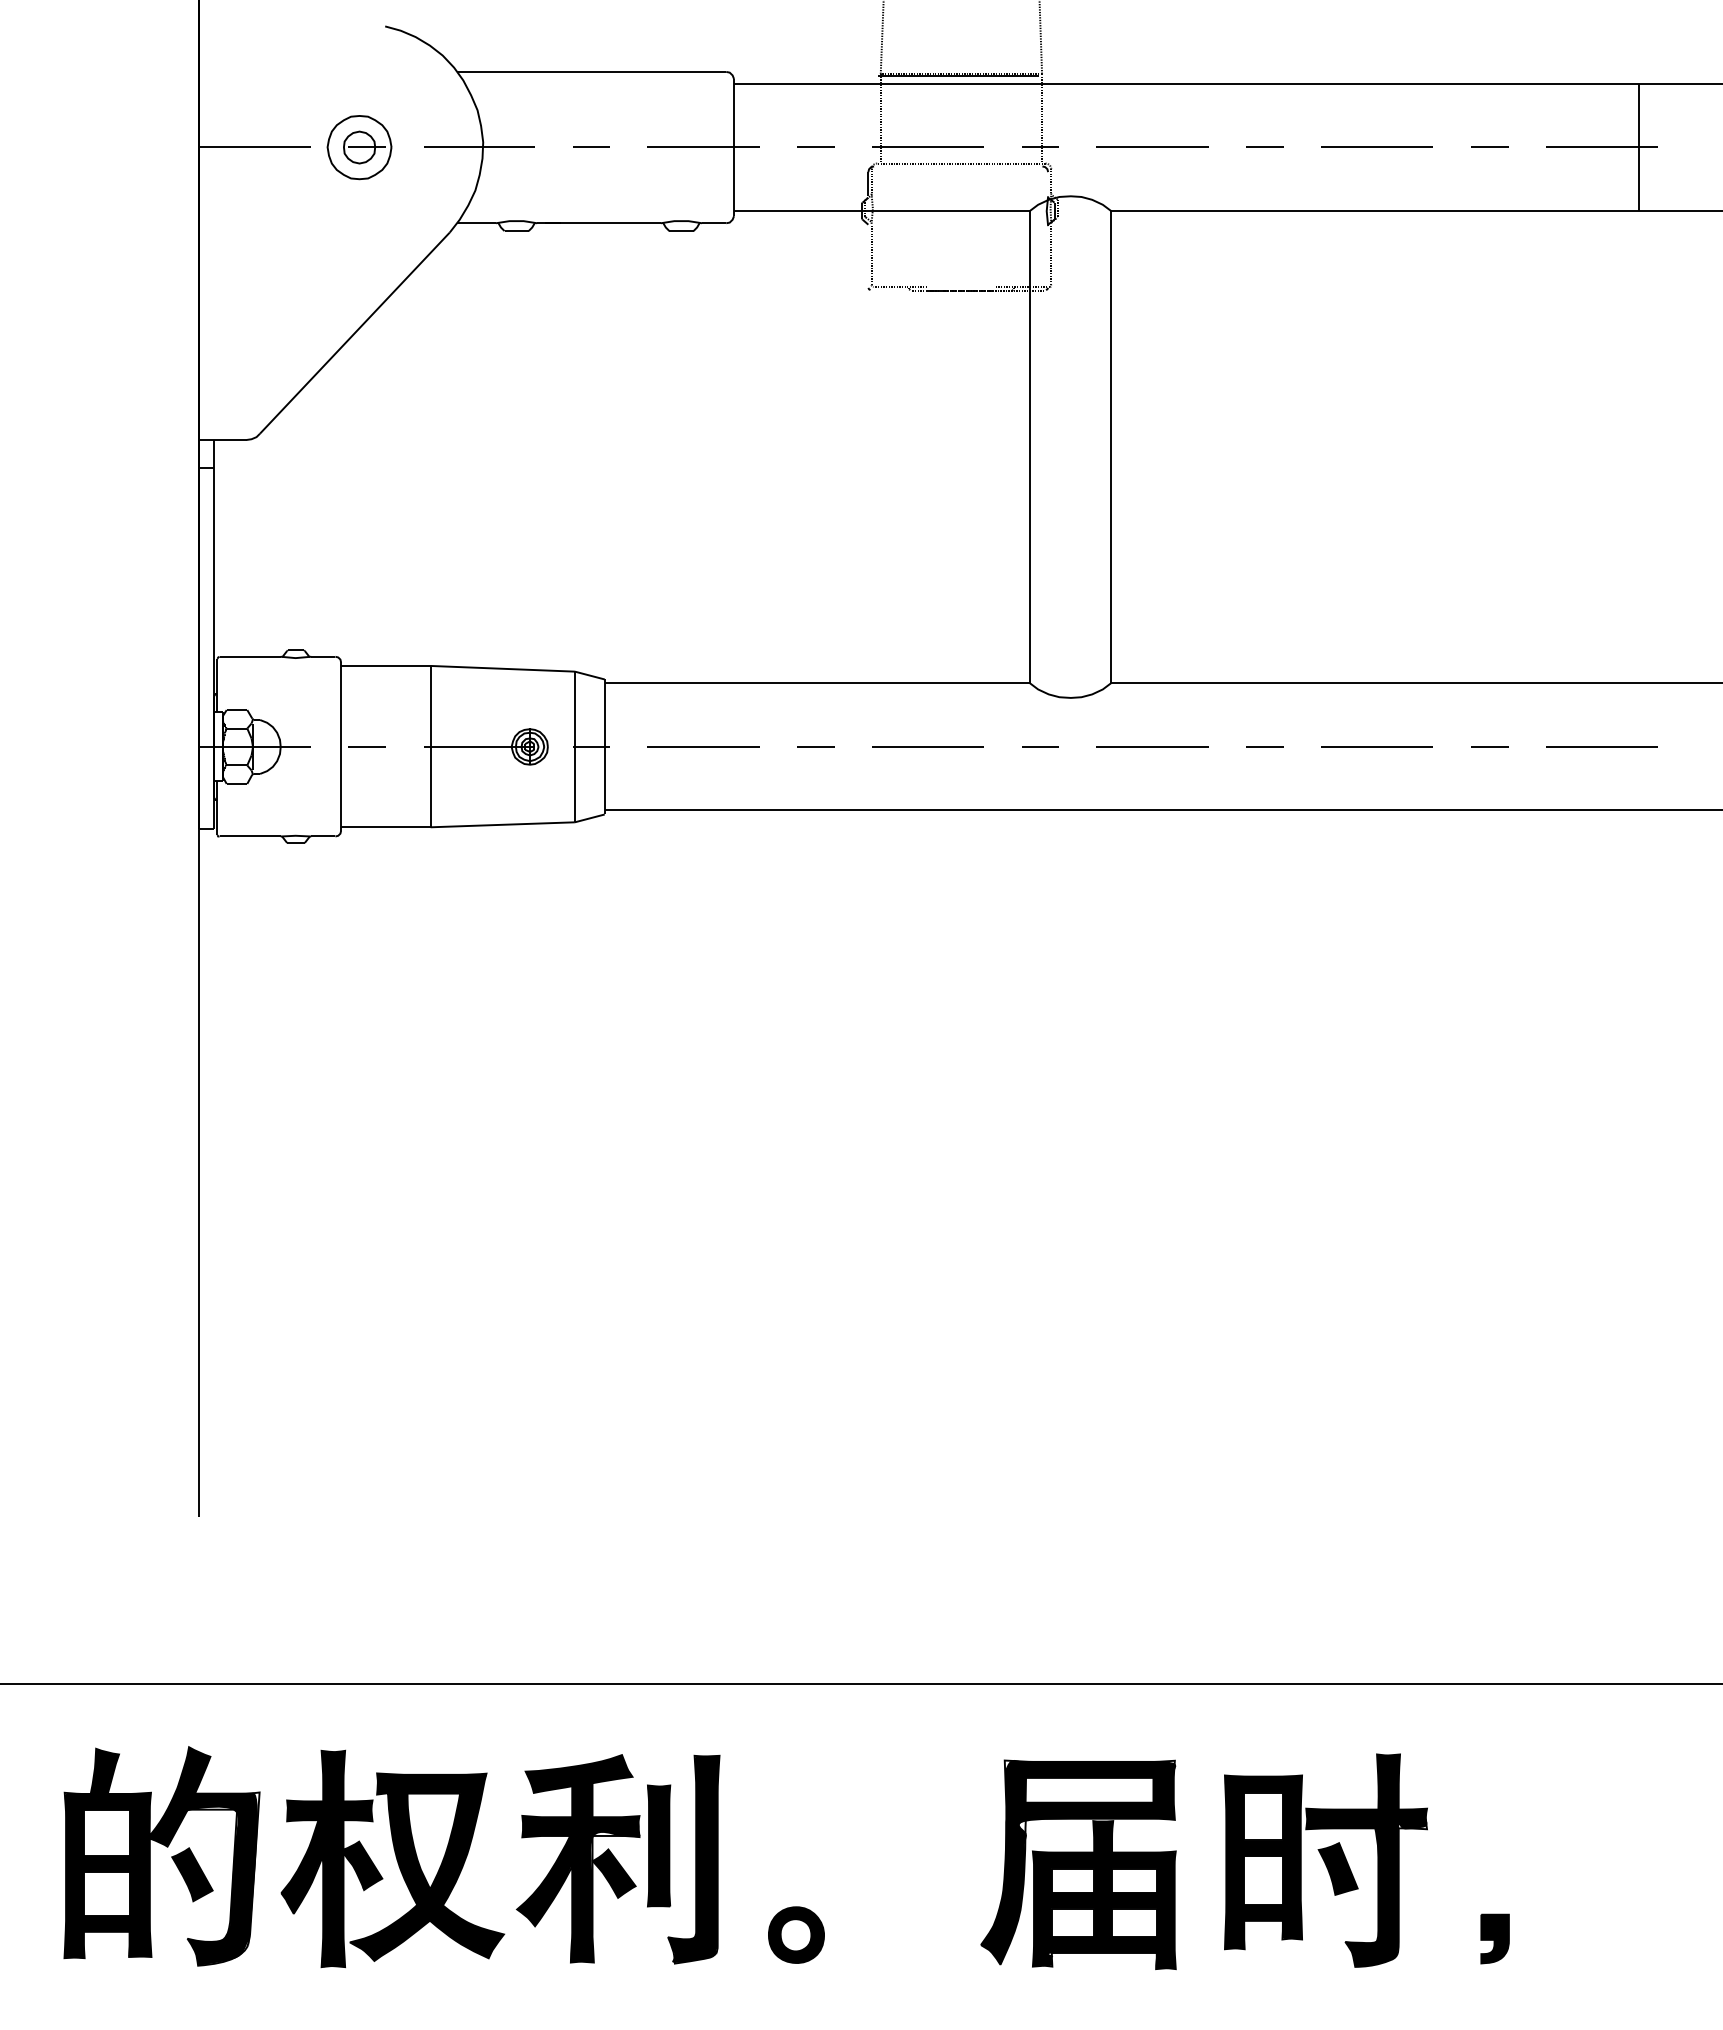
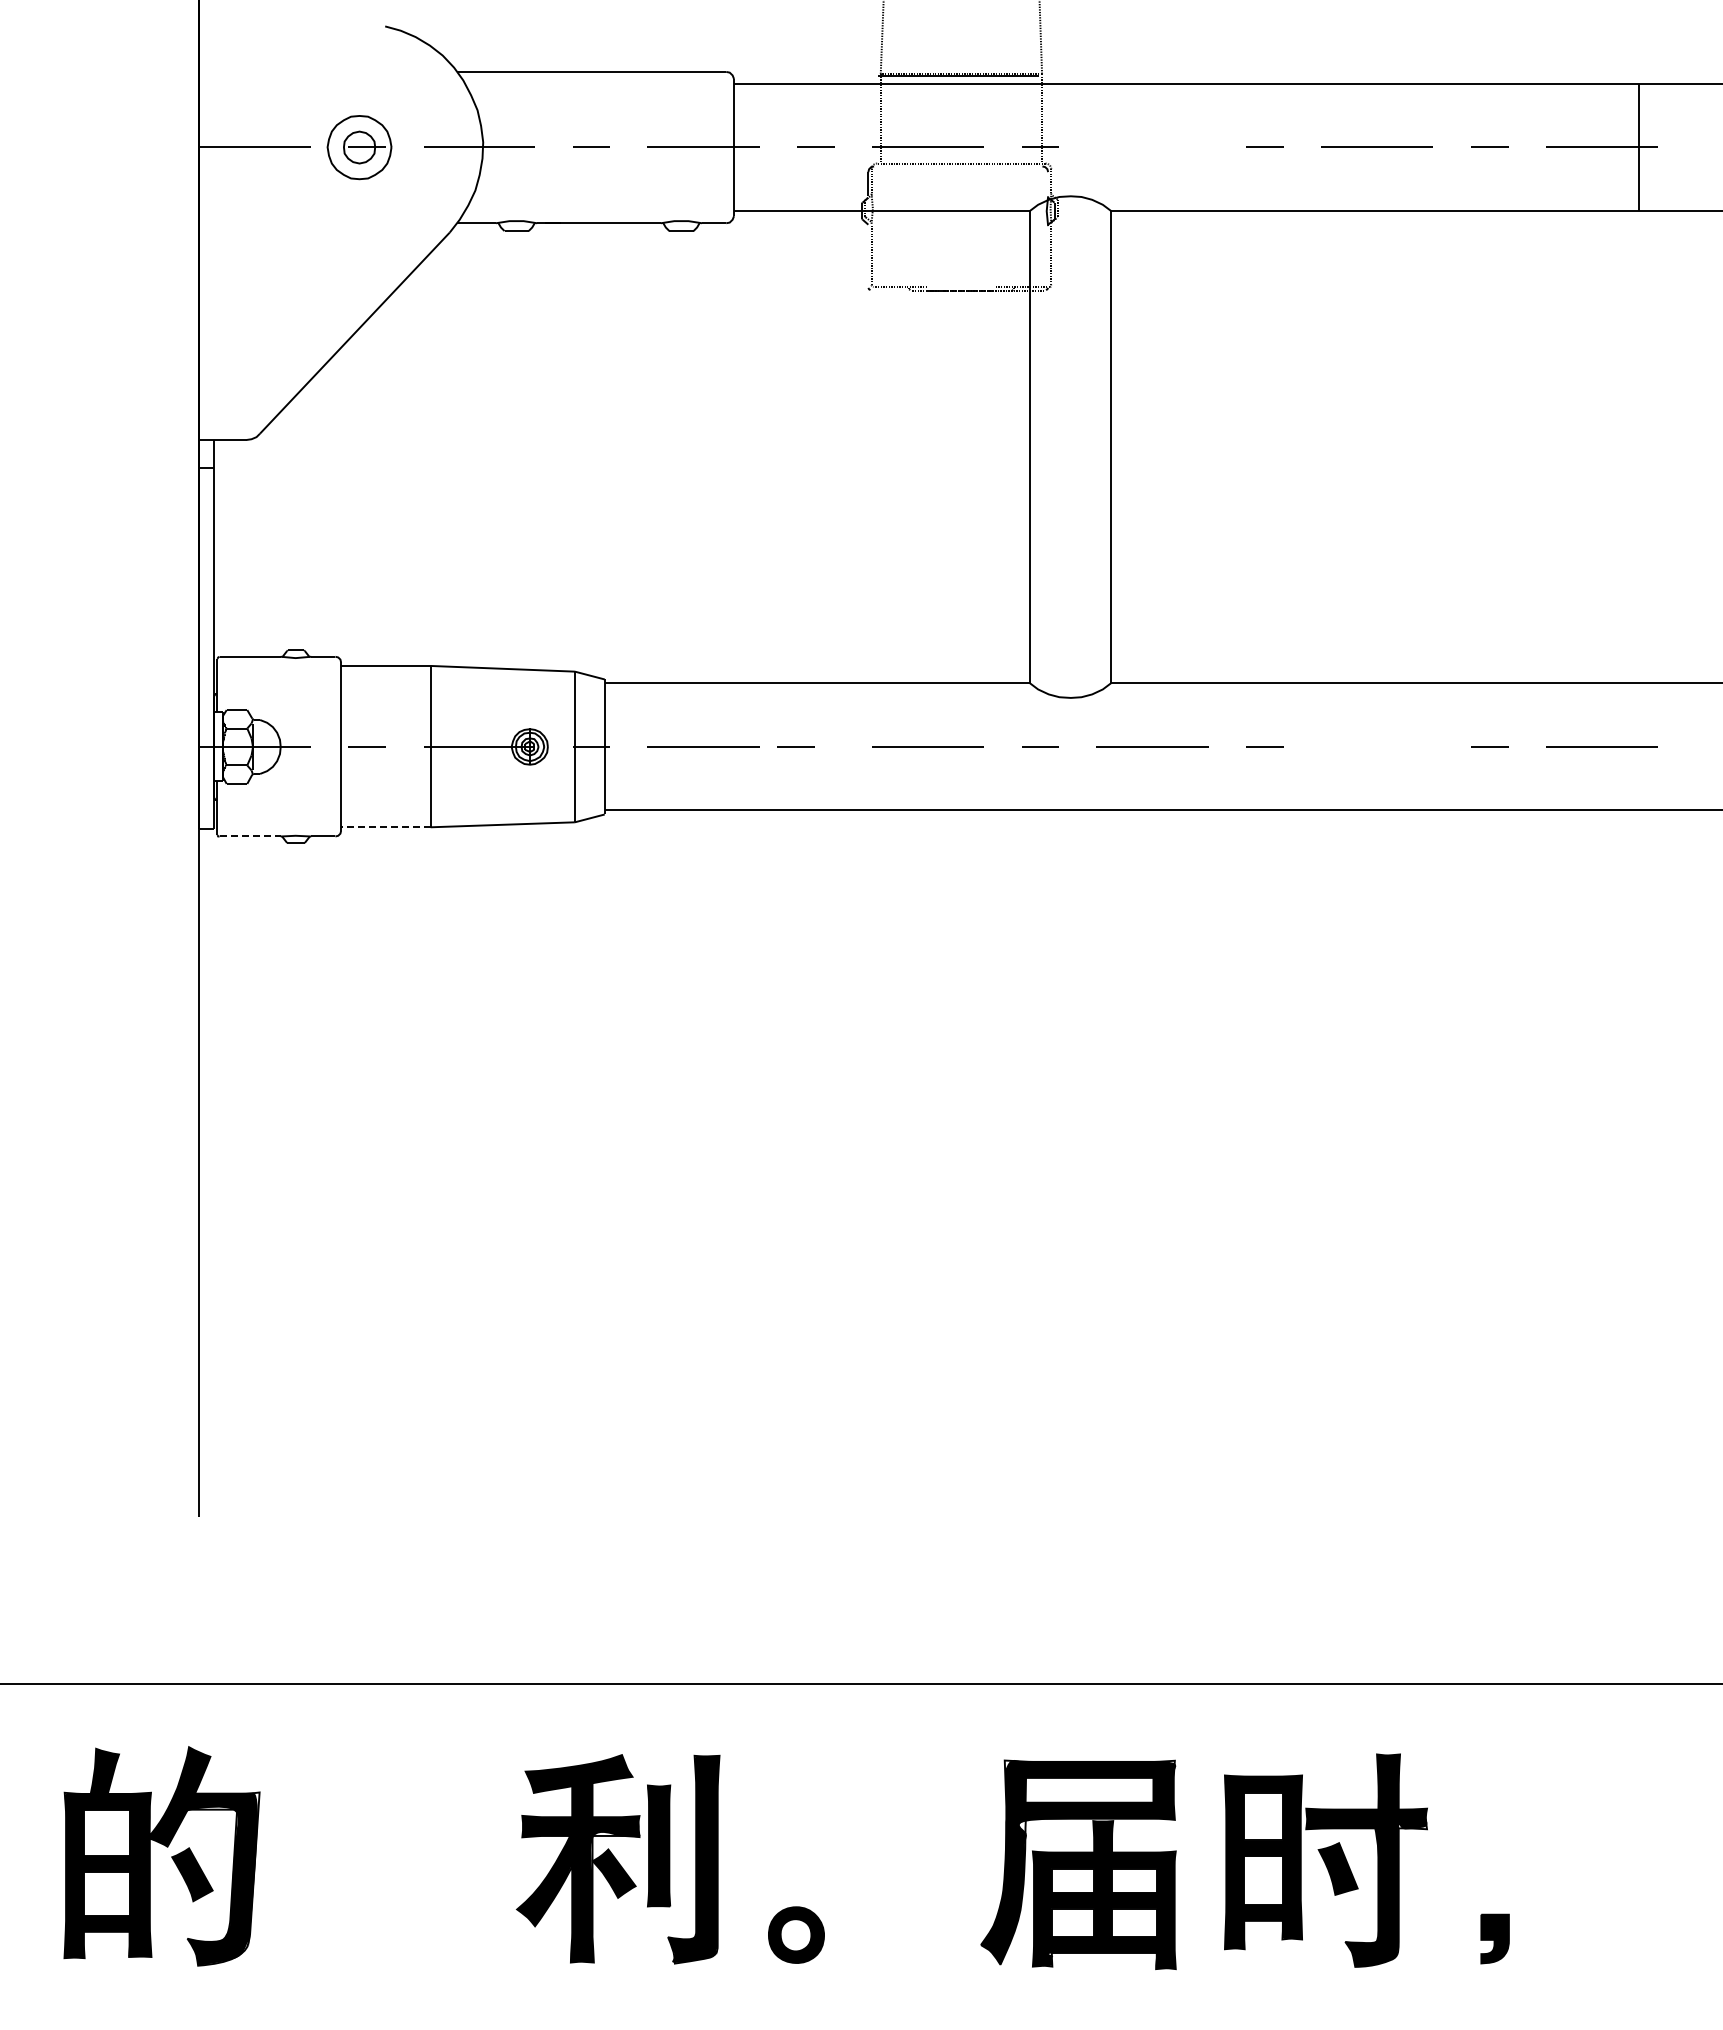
line at (1152, 146): present -> none
line at (815, 746) position: (815, 746) -> (795, 746)
line at (1376, 746): present -> none
line at (385, 827): solid -> dashed
line at (250, 836): solid -> dashed
part at (392, 1858): present -> none
